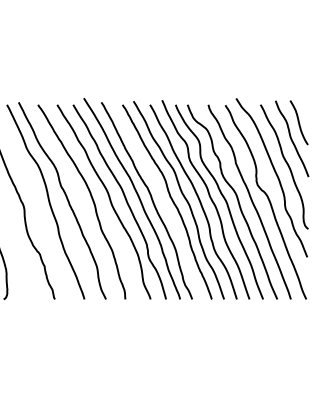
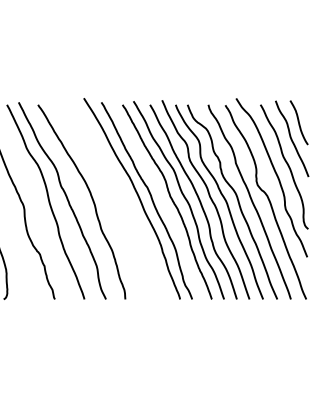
part at (111, 201): present -> none
